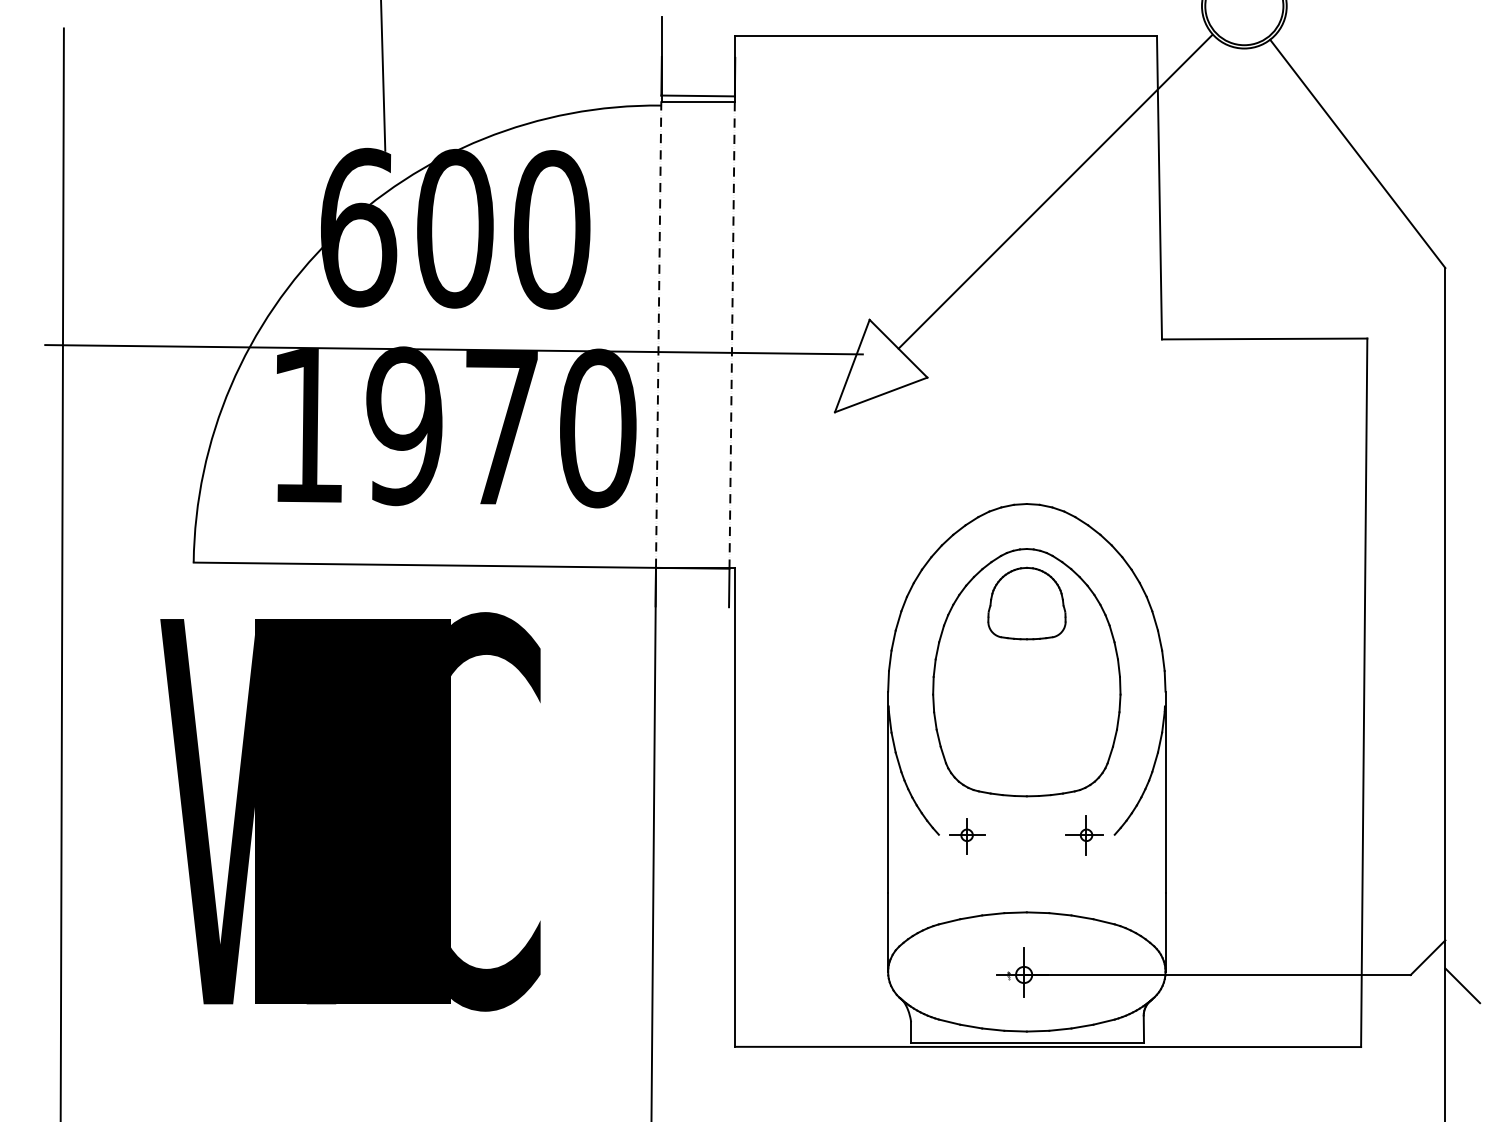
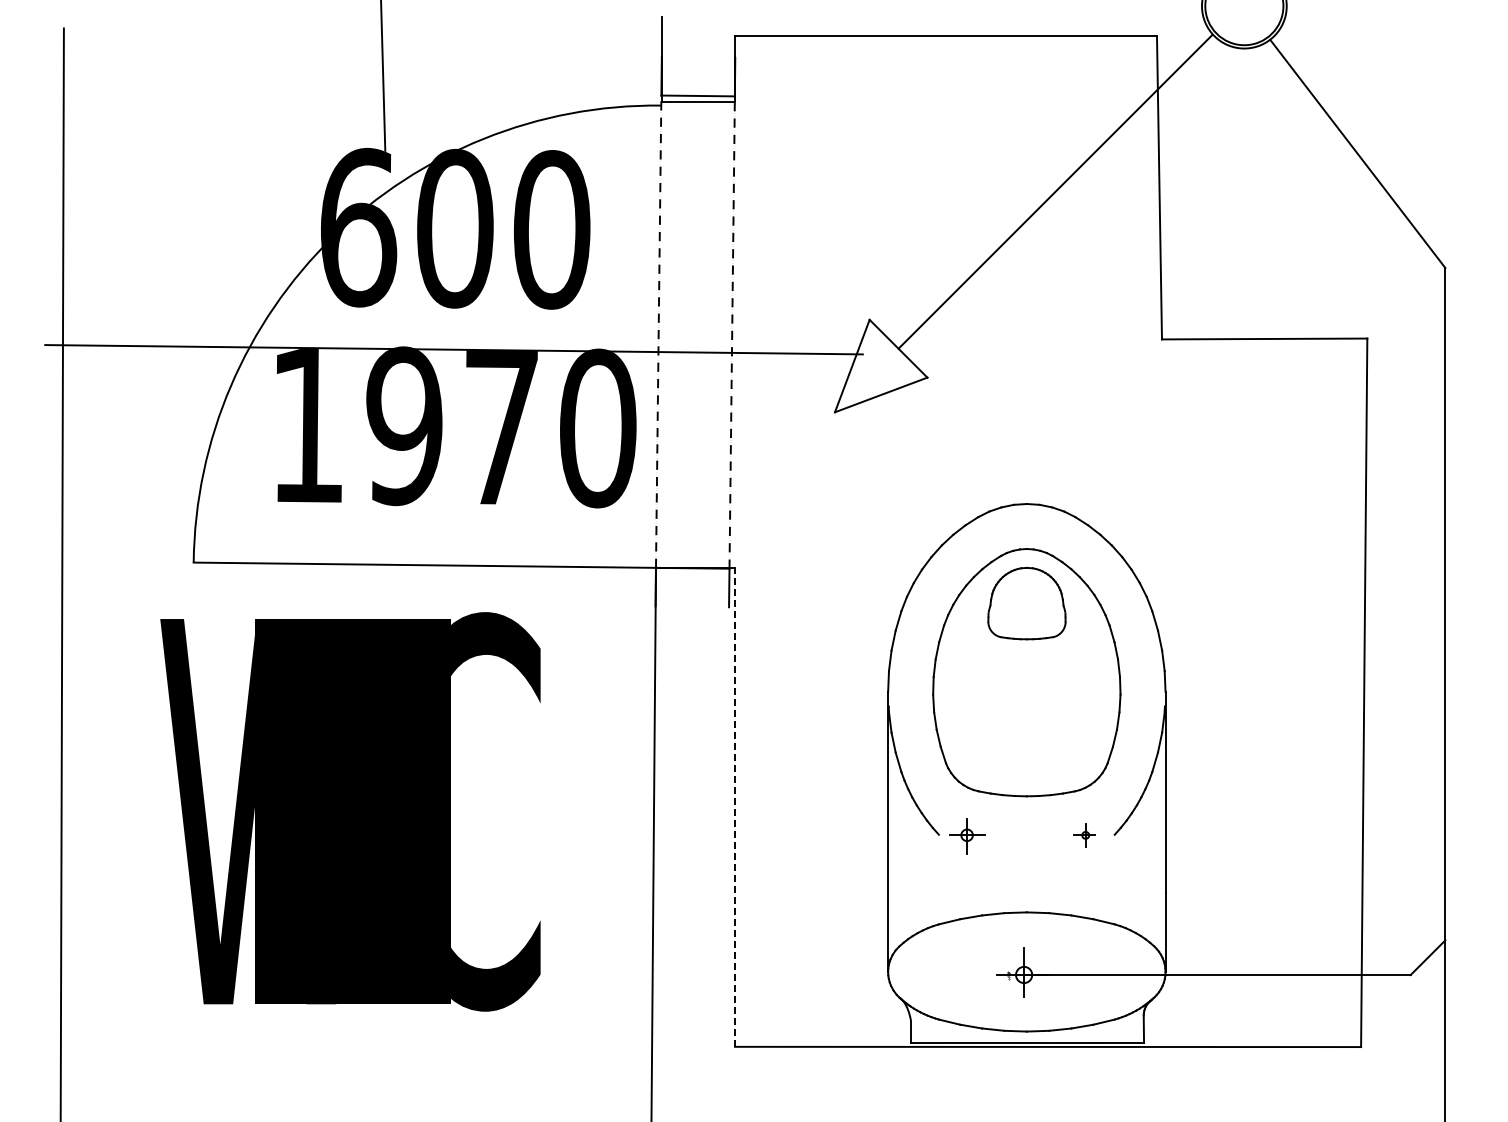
line at (735, 807): solid -> dashed
part at (1084, 835) size: 39x41 px -> 23x25 px
line at (1462, 985): present -> none
